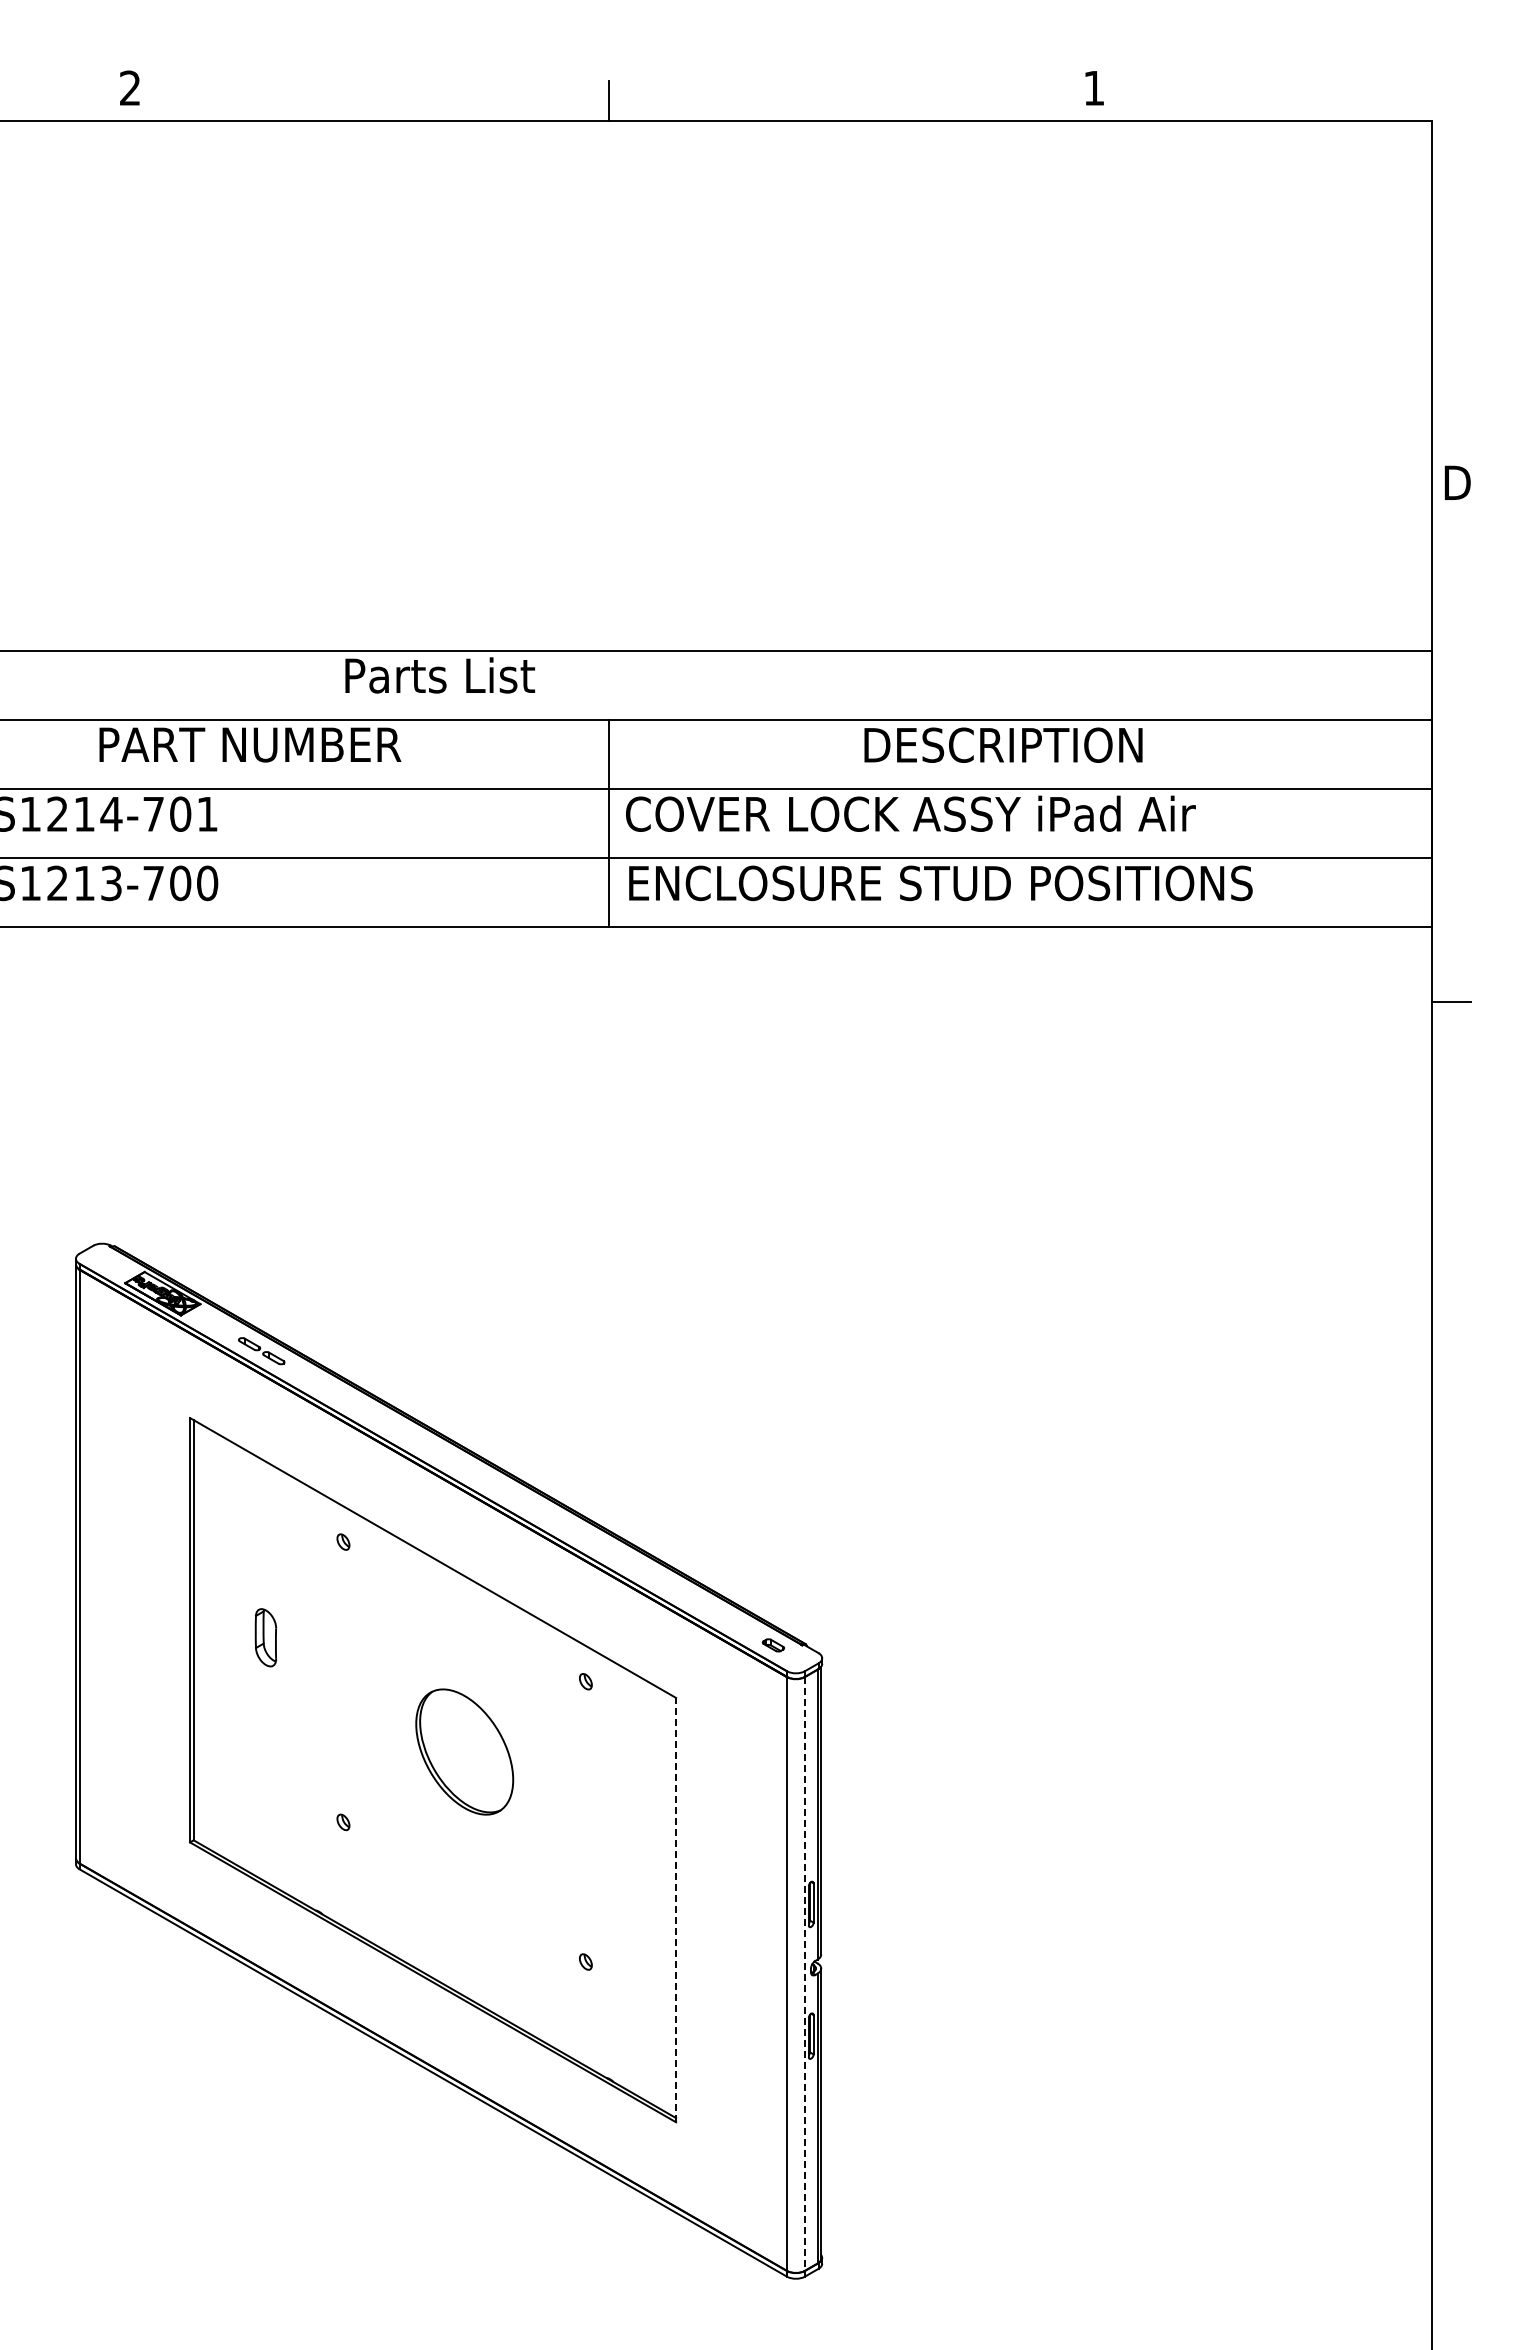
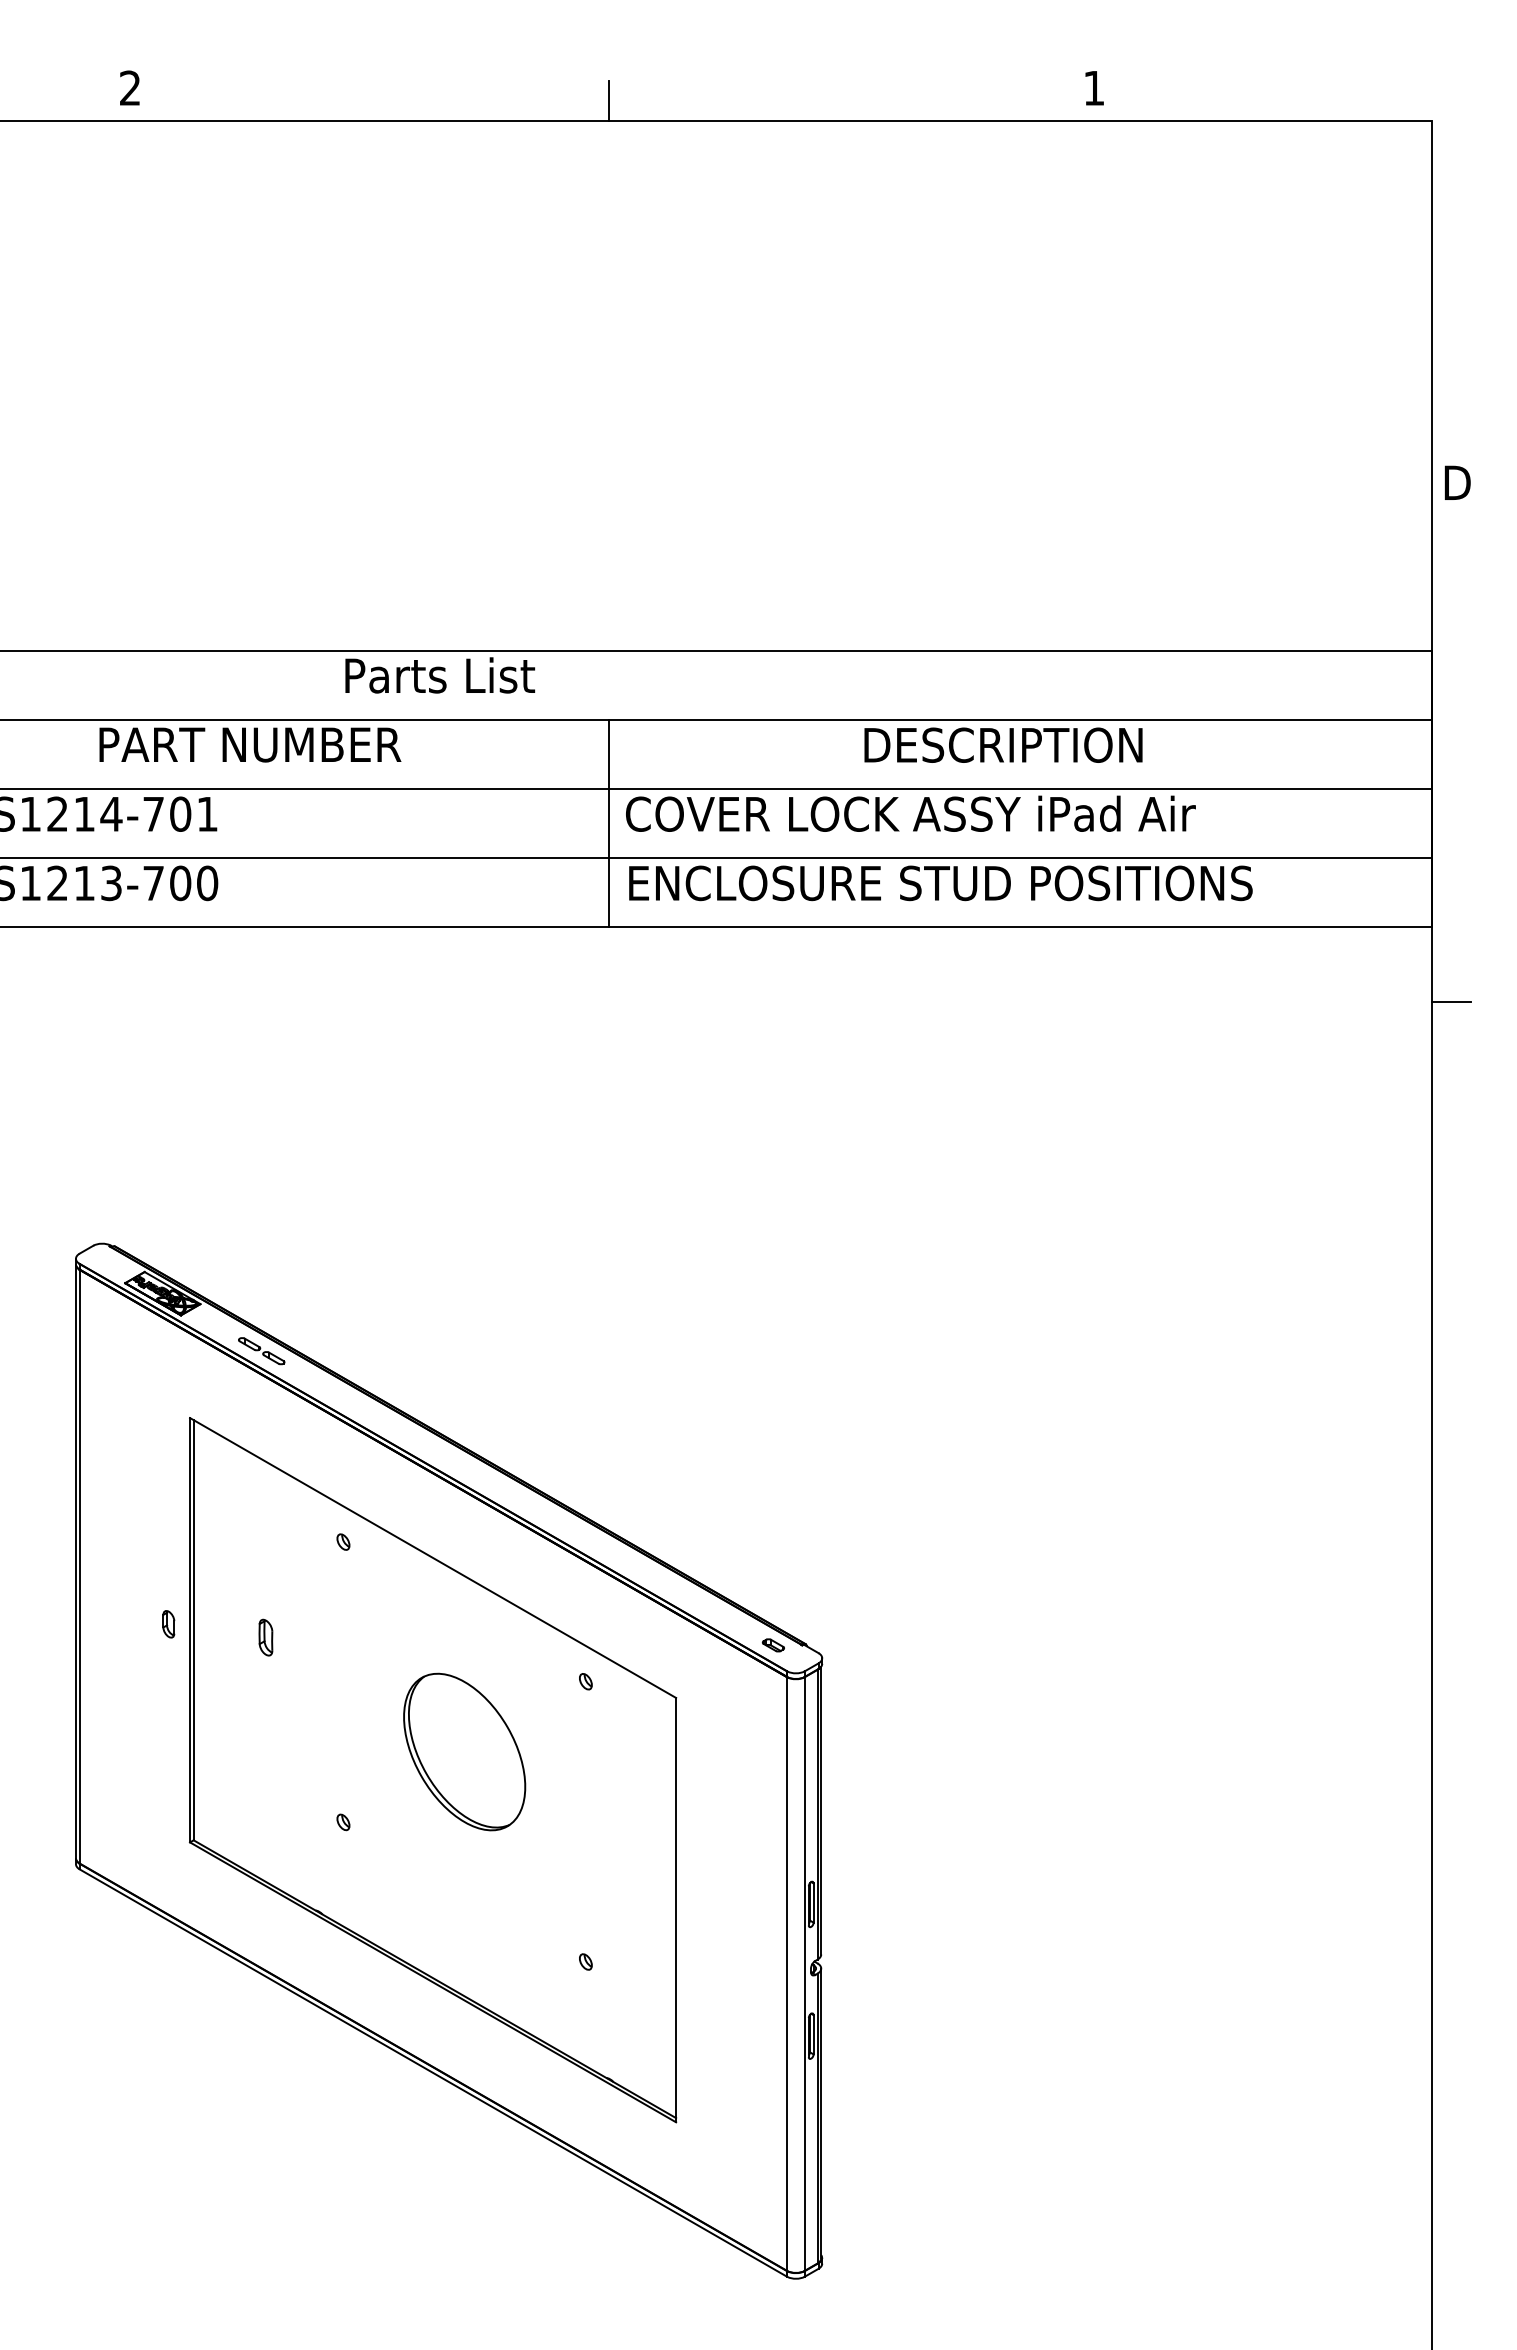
part at (168, 1624): none -> present
part at (265, 1637) size: 23x60 px -> 16x39 px
part at (464, 1751) size: 100x128 px -> 124x160 px
line at (676, 1909): dashed -> solid
line at (804, 1973): dashed -> solid
